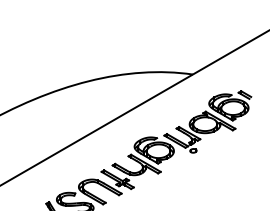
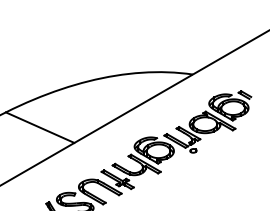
line at (39, 127): none -> present
